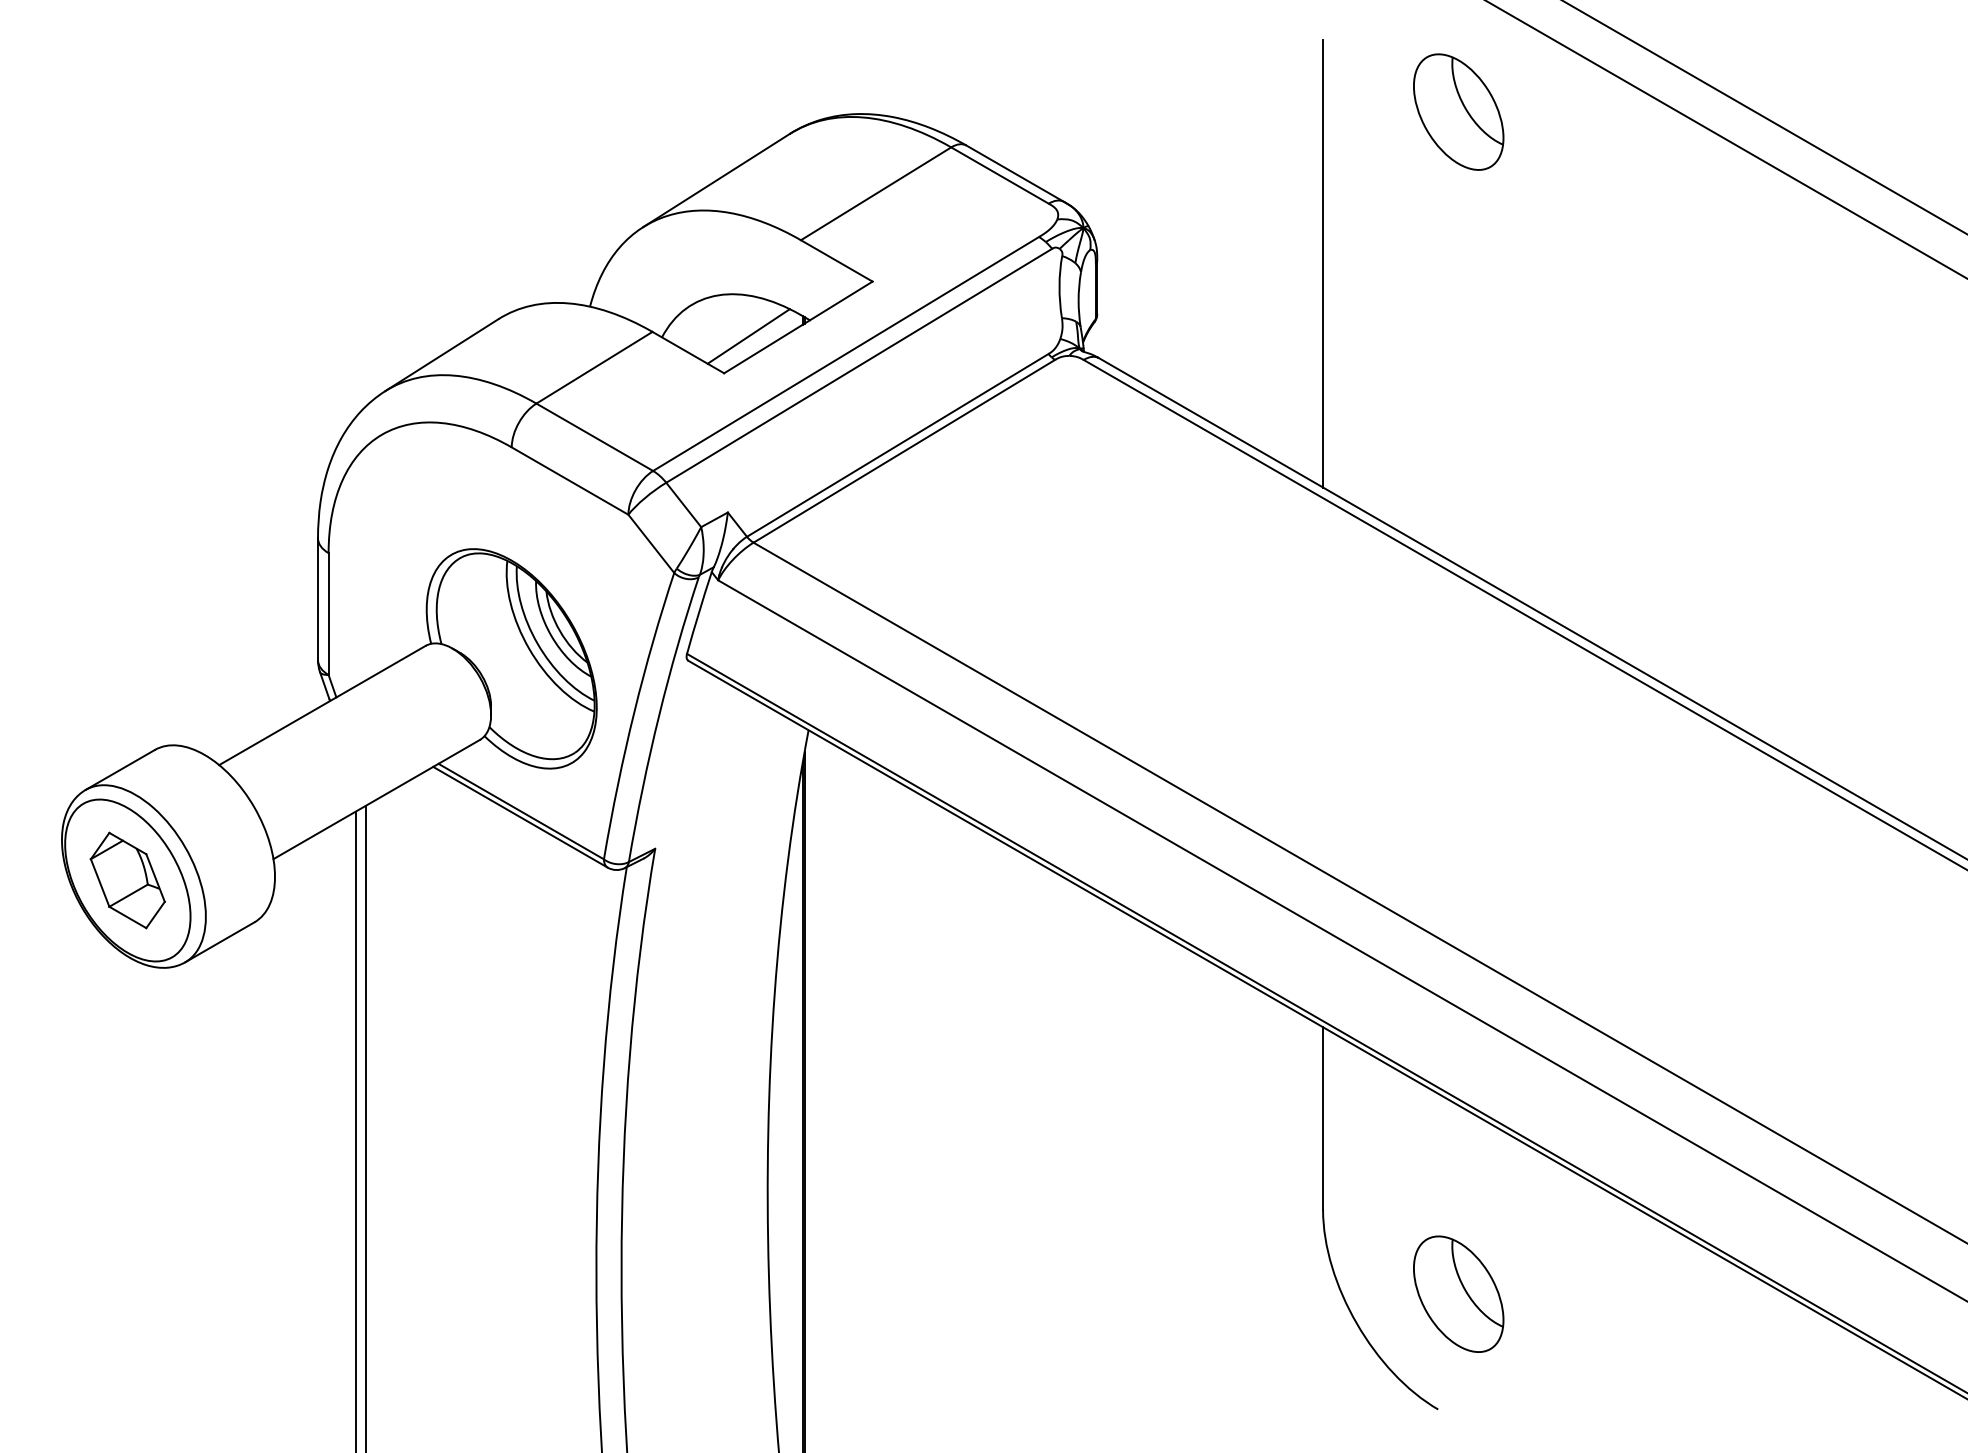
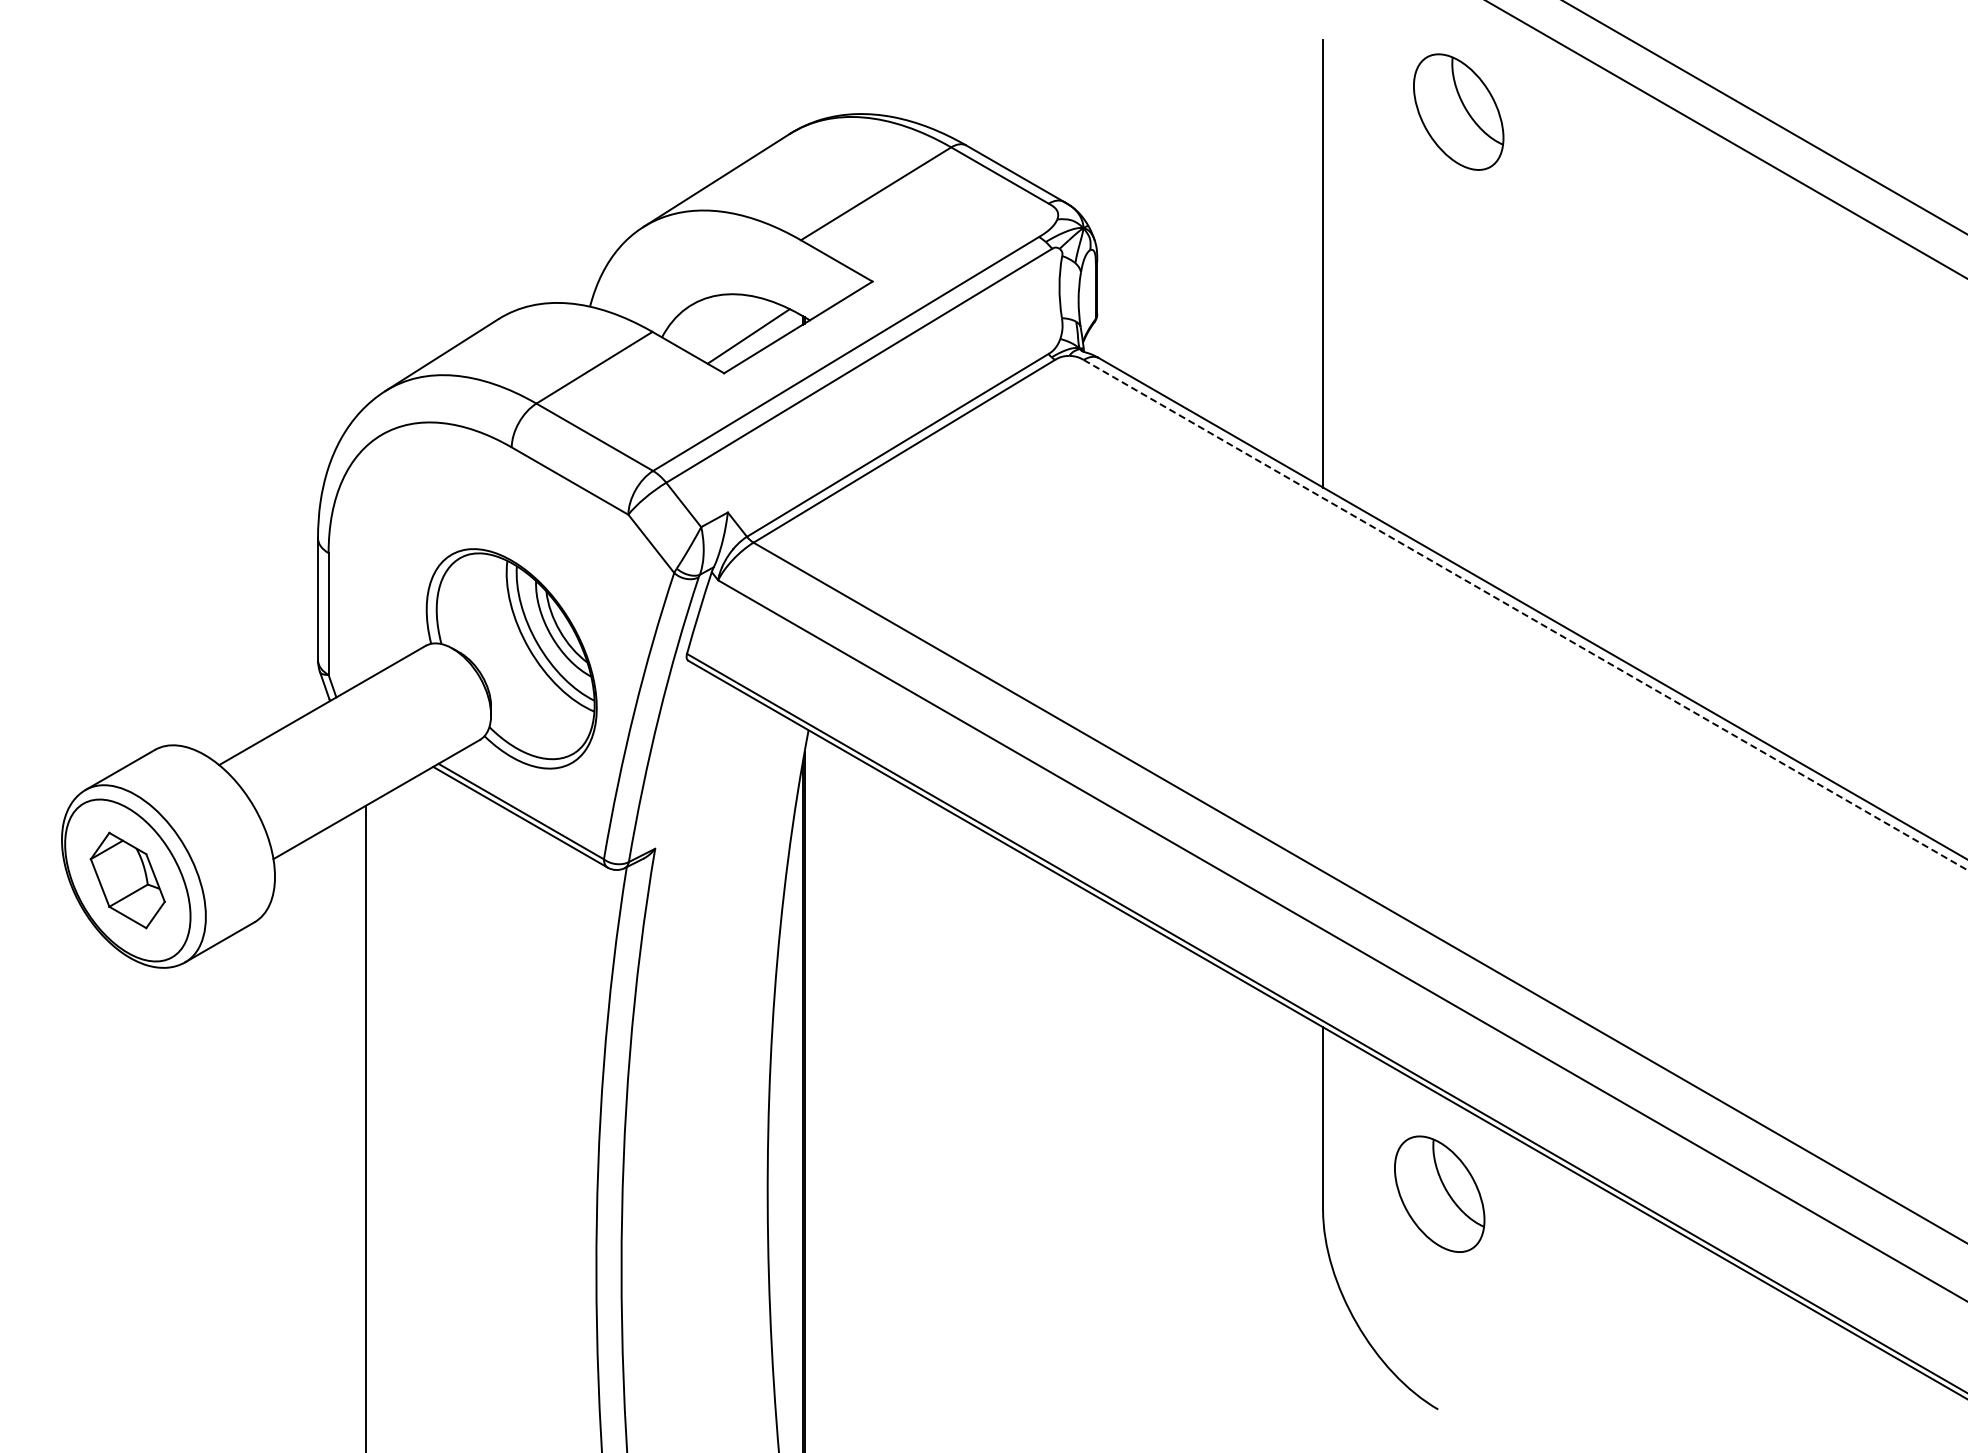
line at (1526, 615): solid -> dashed
line at (355, 1130): present -> none
part at (1458, 1293) position: (1458, 1293) -> (1439, 1193)
